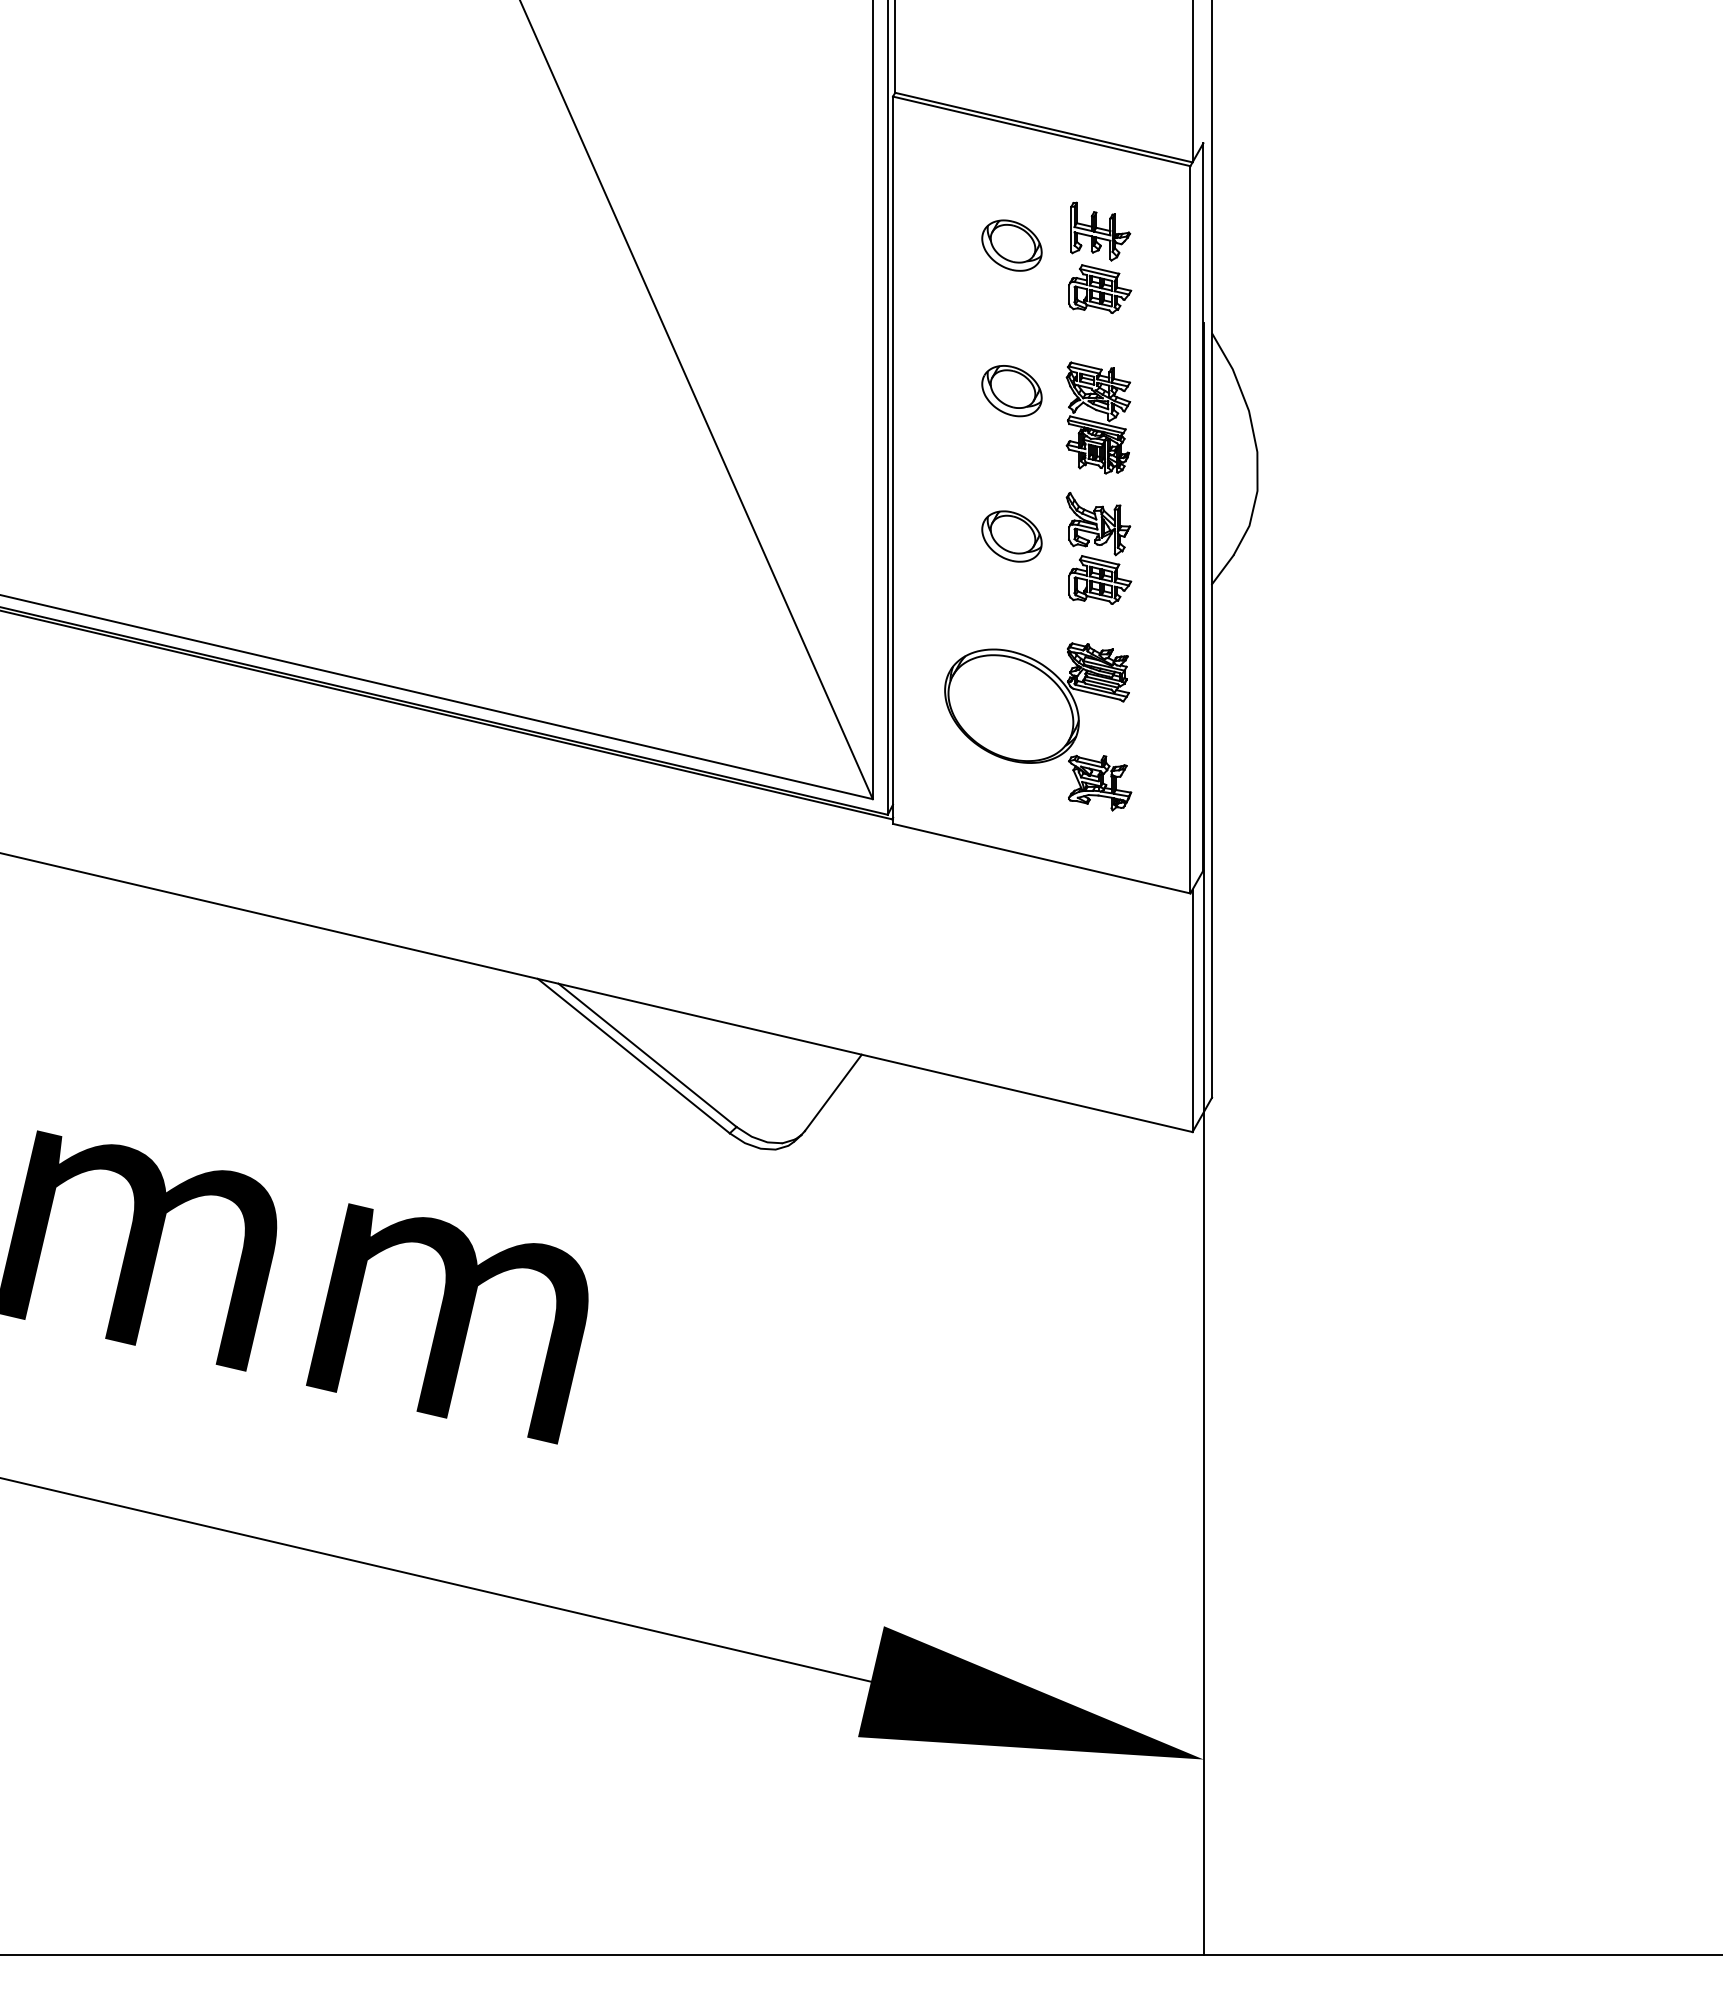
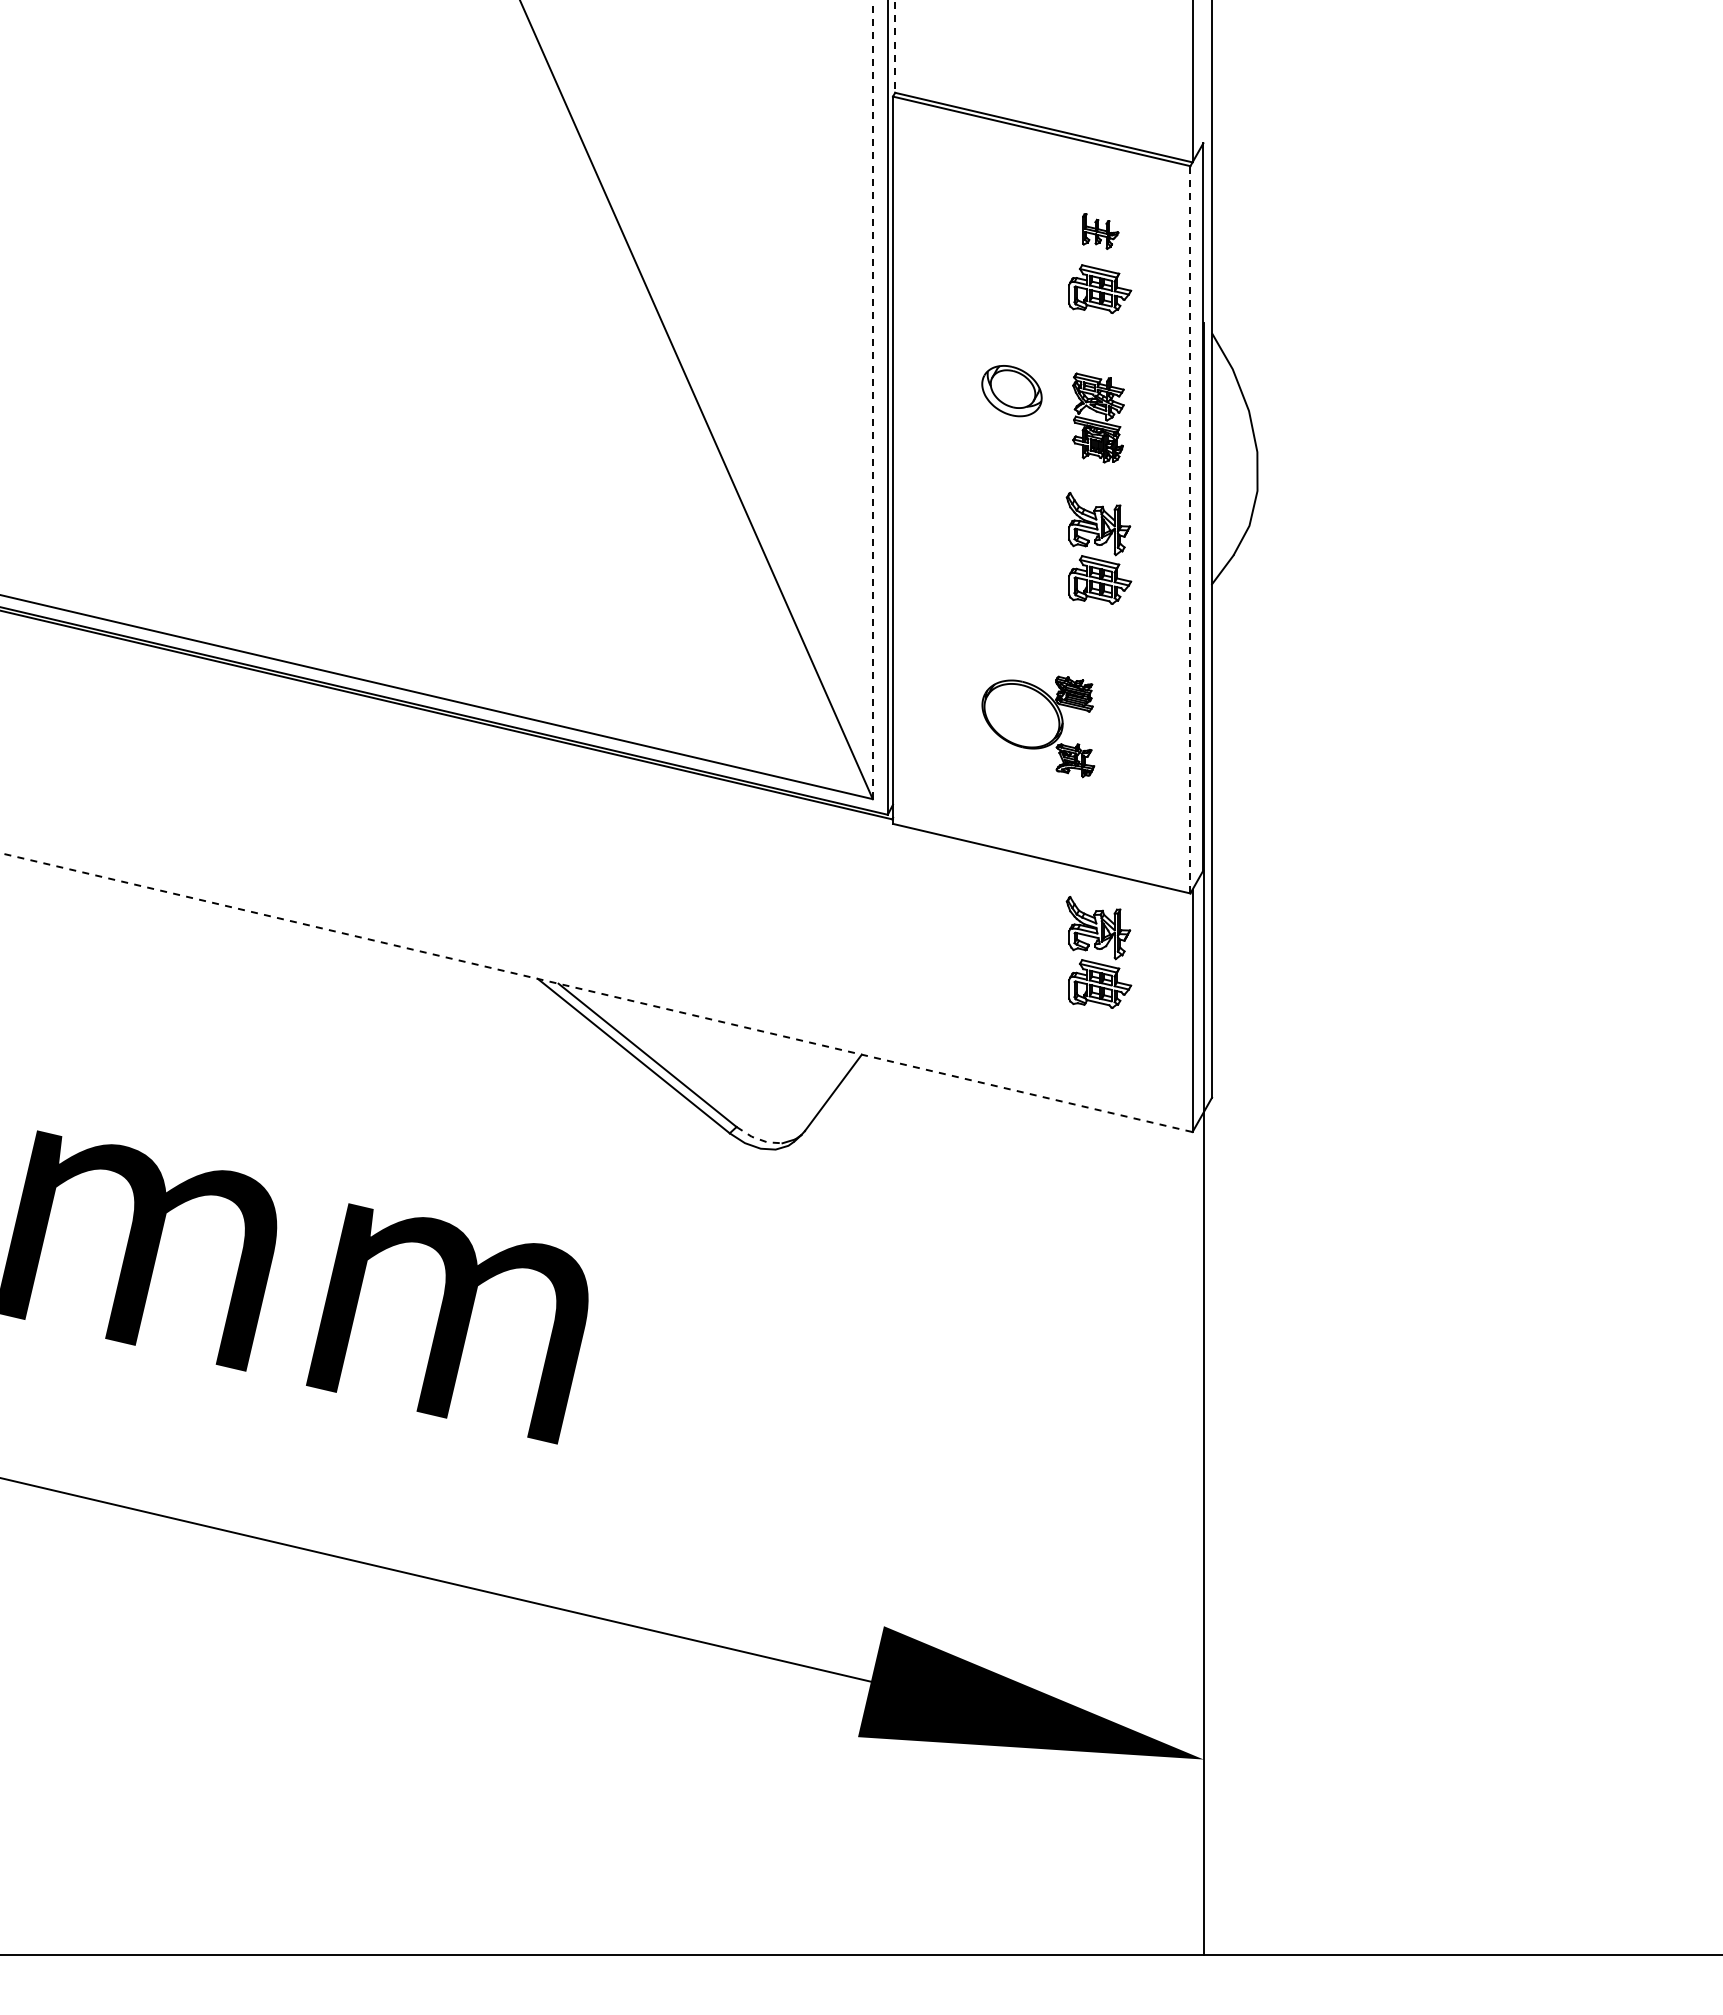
line at (895, 46): solid -> dashed
part at (1100, 231) size: 62x61 px -> 38x37 px
part at (1011, 245): present -> none
line at (872, 399): solid -> dashed
part at (1098, 417) size: 67x114 px -> 53x92 px
line at (1190, 529): solid -> dashed
part at (1011, 536): present -> none
part at (1038, 726) size: 189x170 px -> 115x104 px
part at (1098, 952): none -> present
line at (596, 992): solid -> dashed
line at (758, 1139): solid -> dashed
